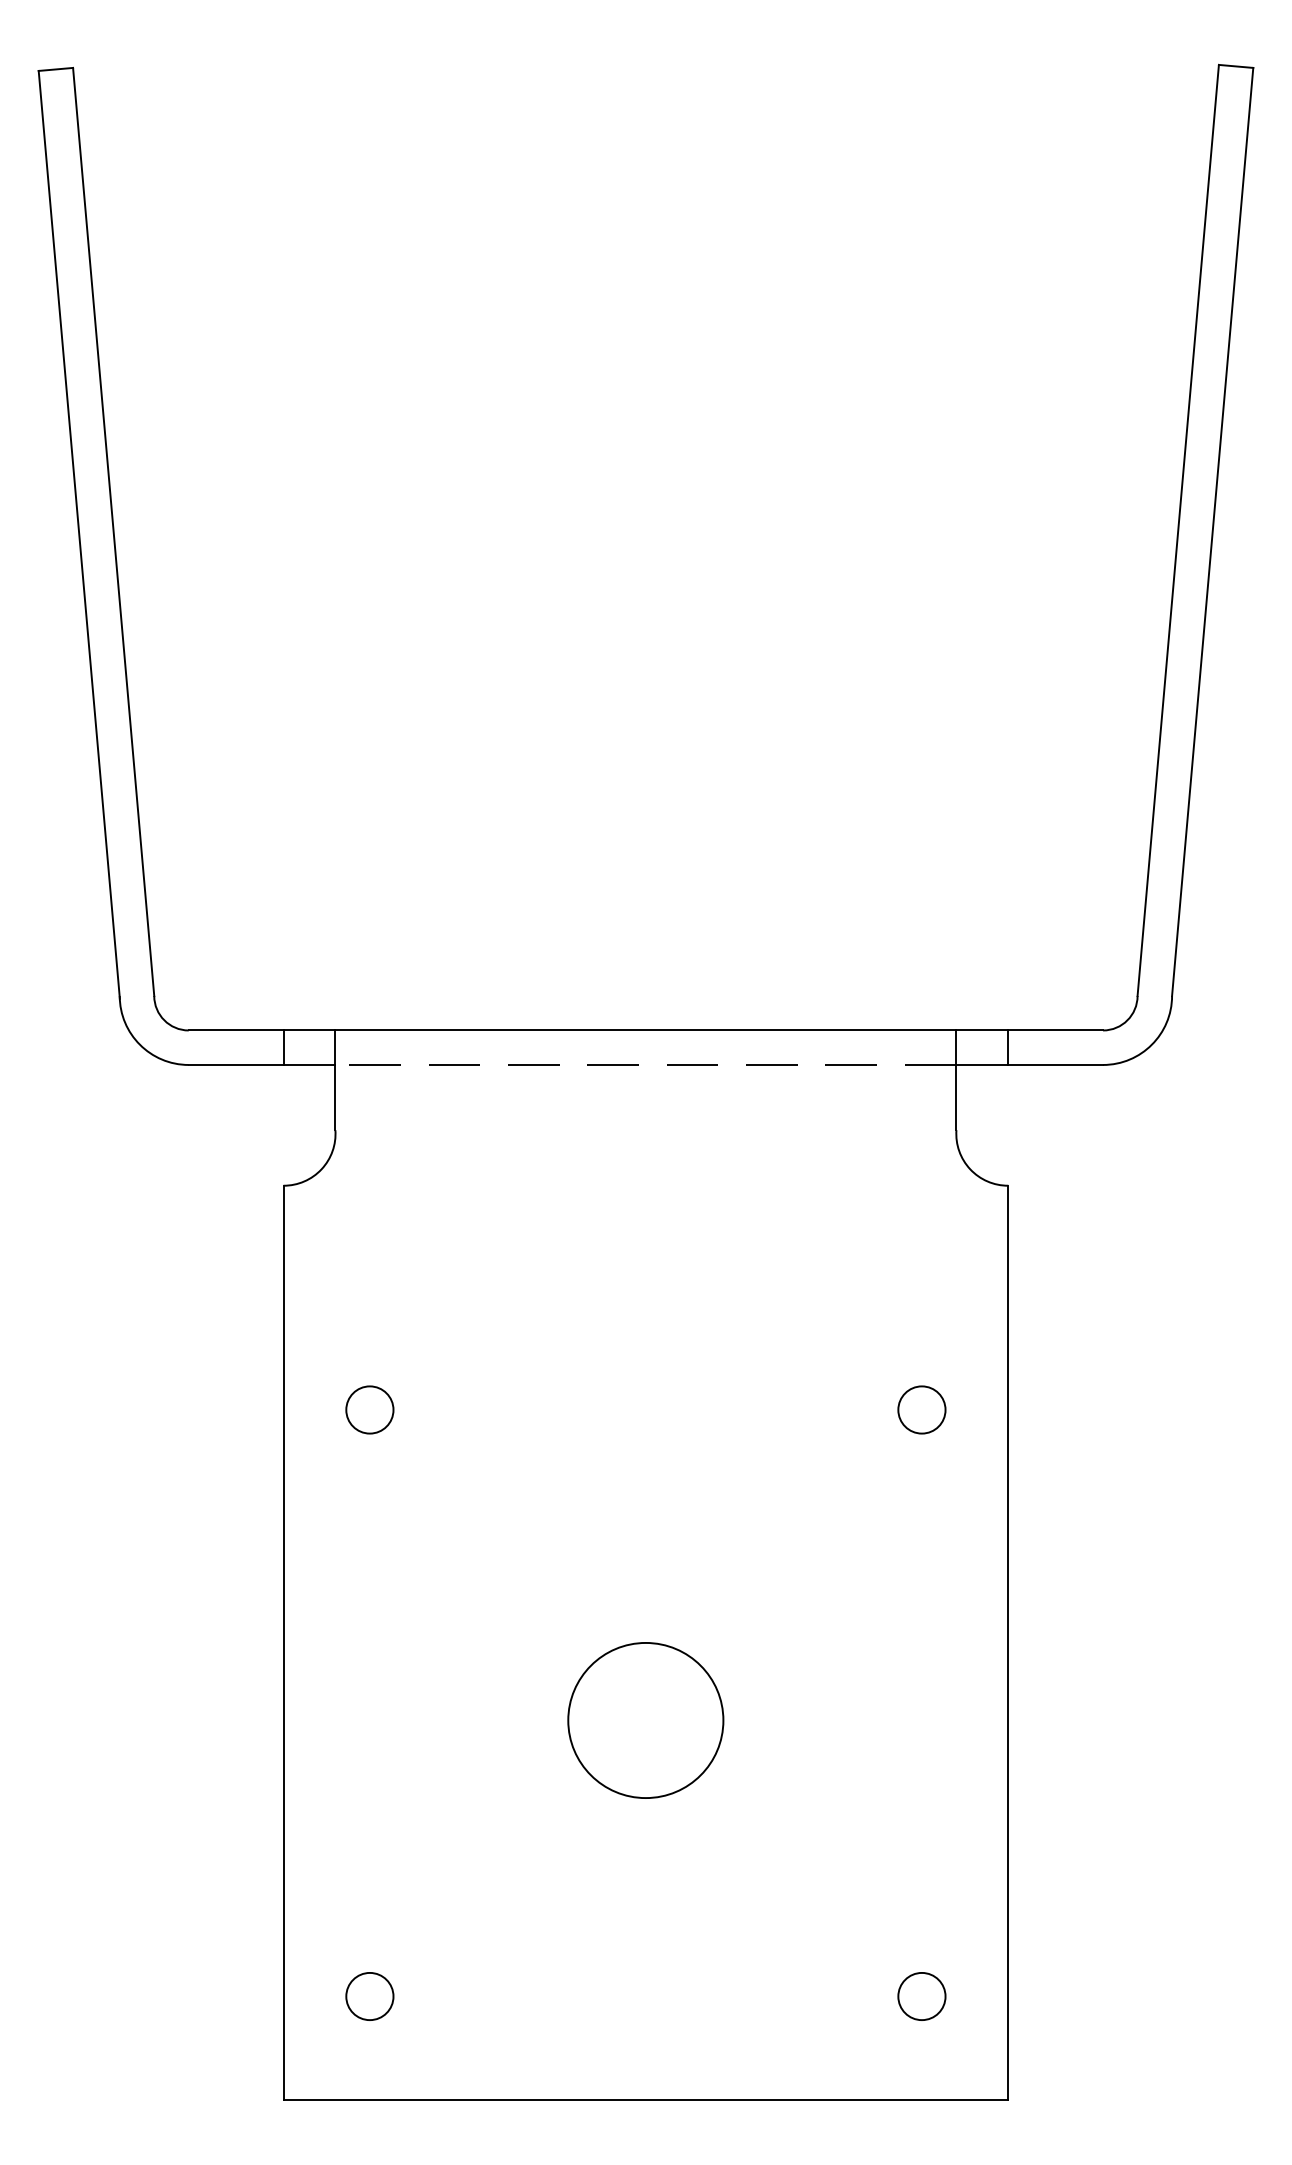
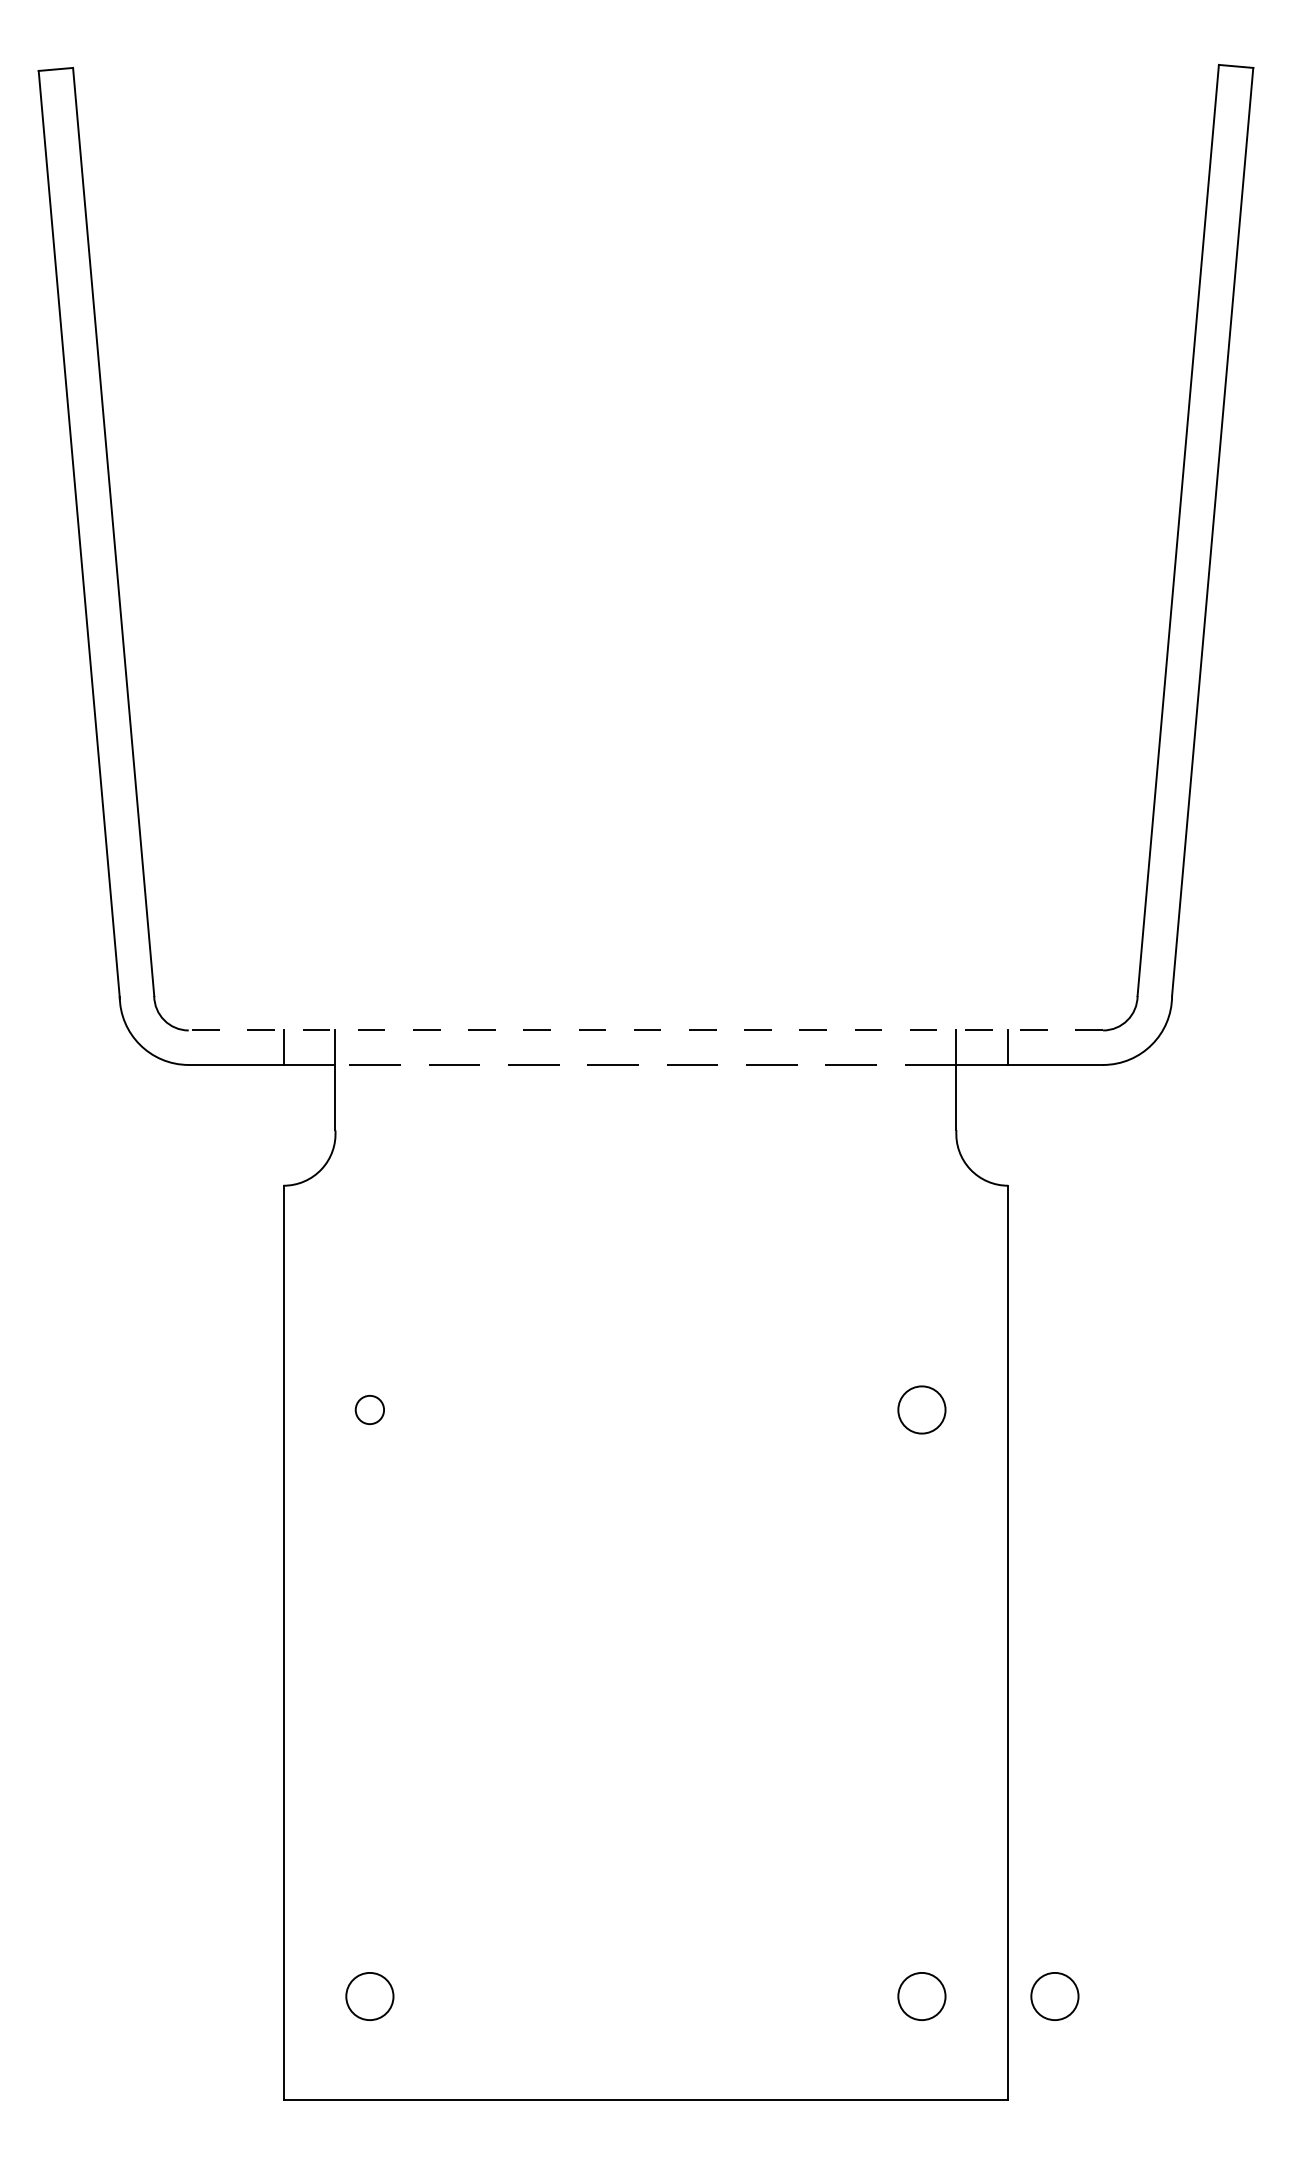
line at (645, 1030): solid -> dashed
circle at (369, 1409) diameter: 47 px -> 28 px
circle at (645, 1720): present -> none
circle at (1054, 1996): none -> present
